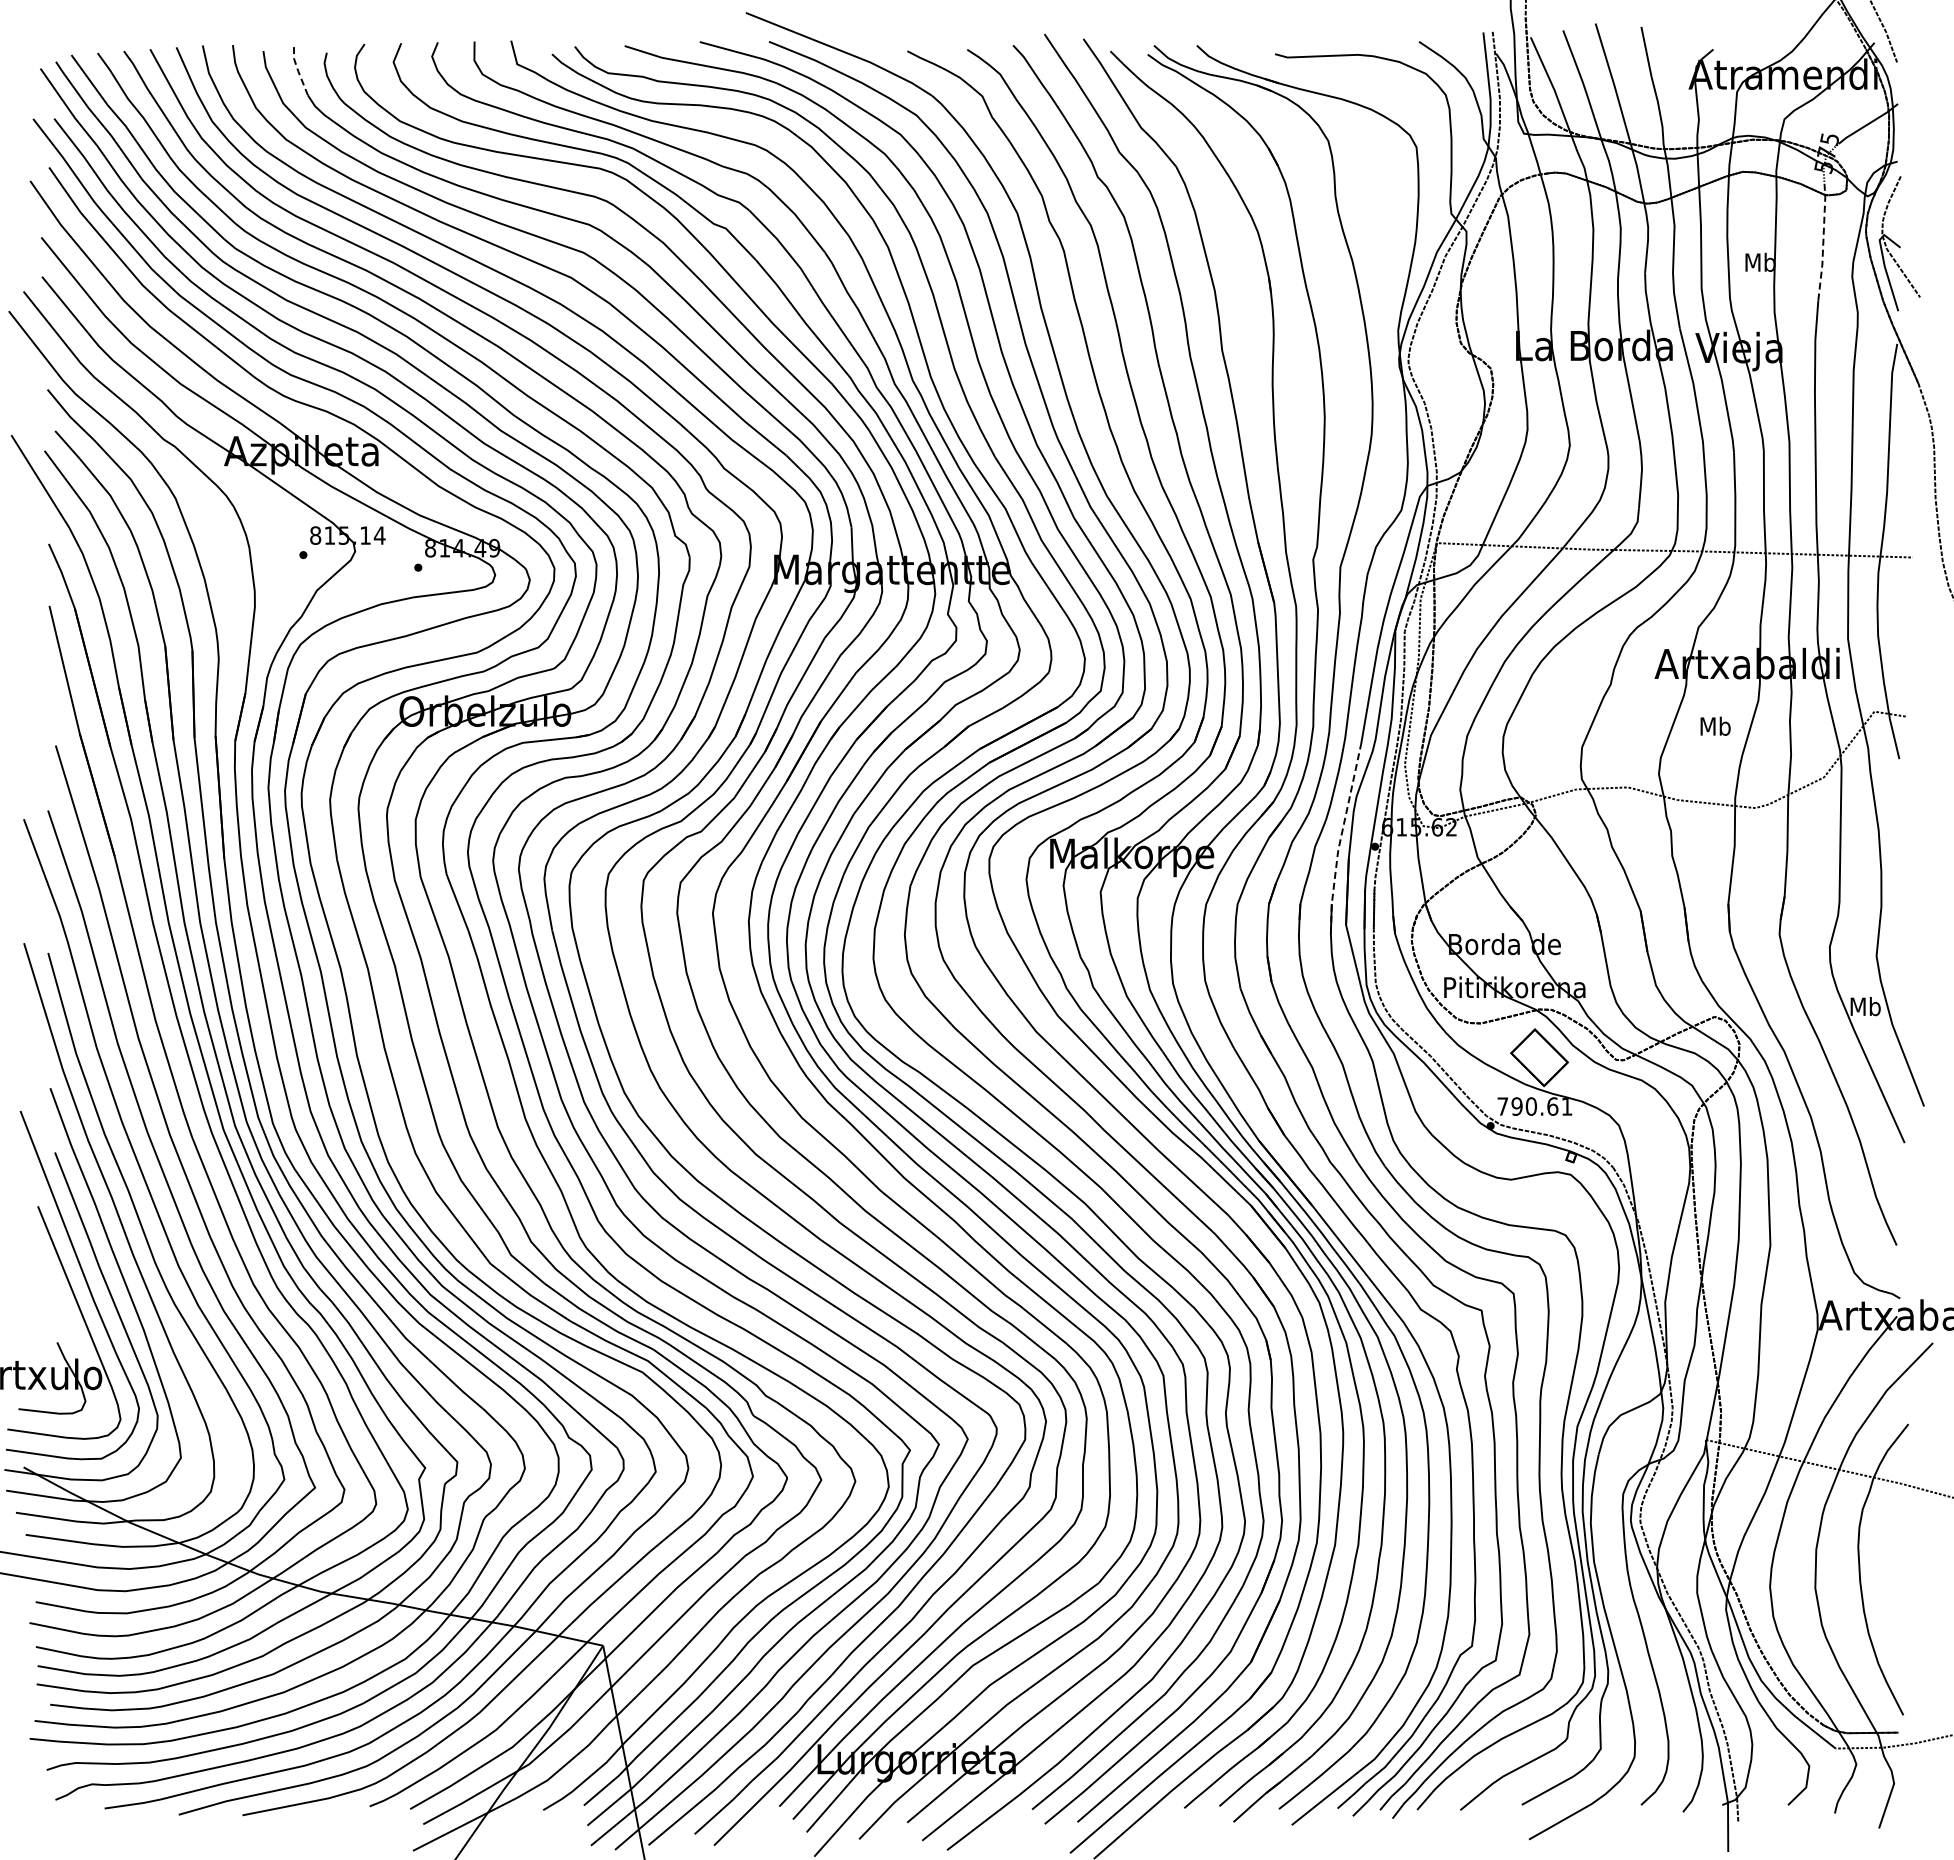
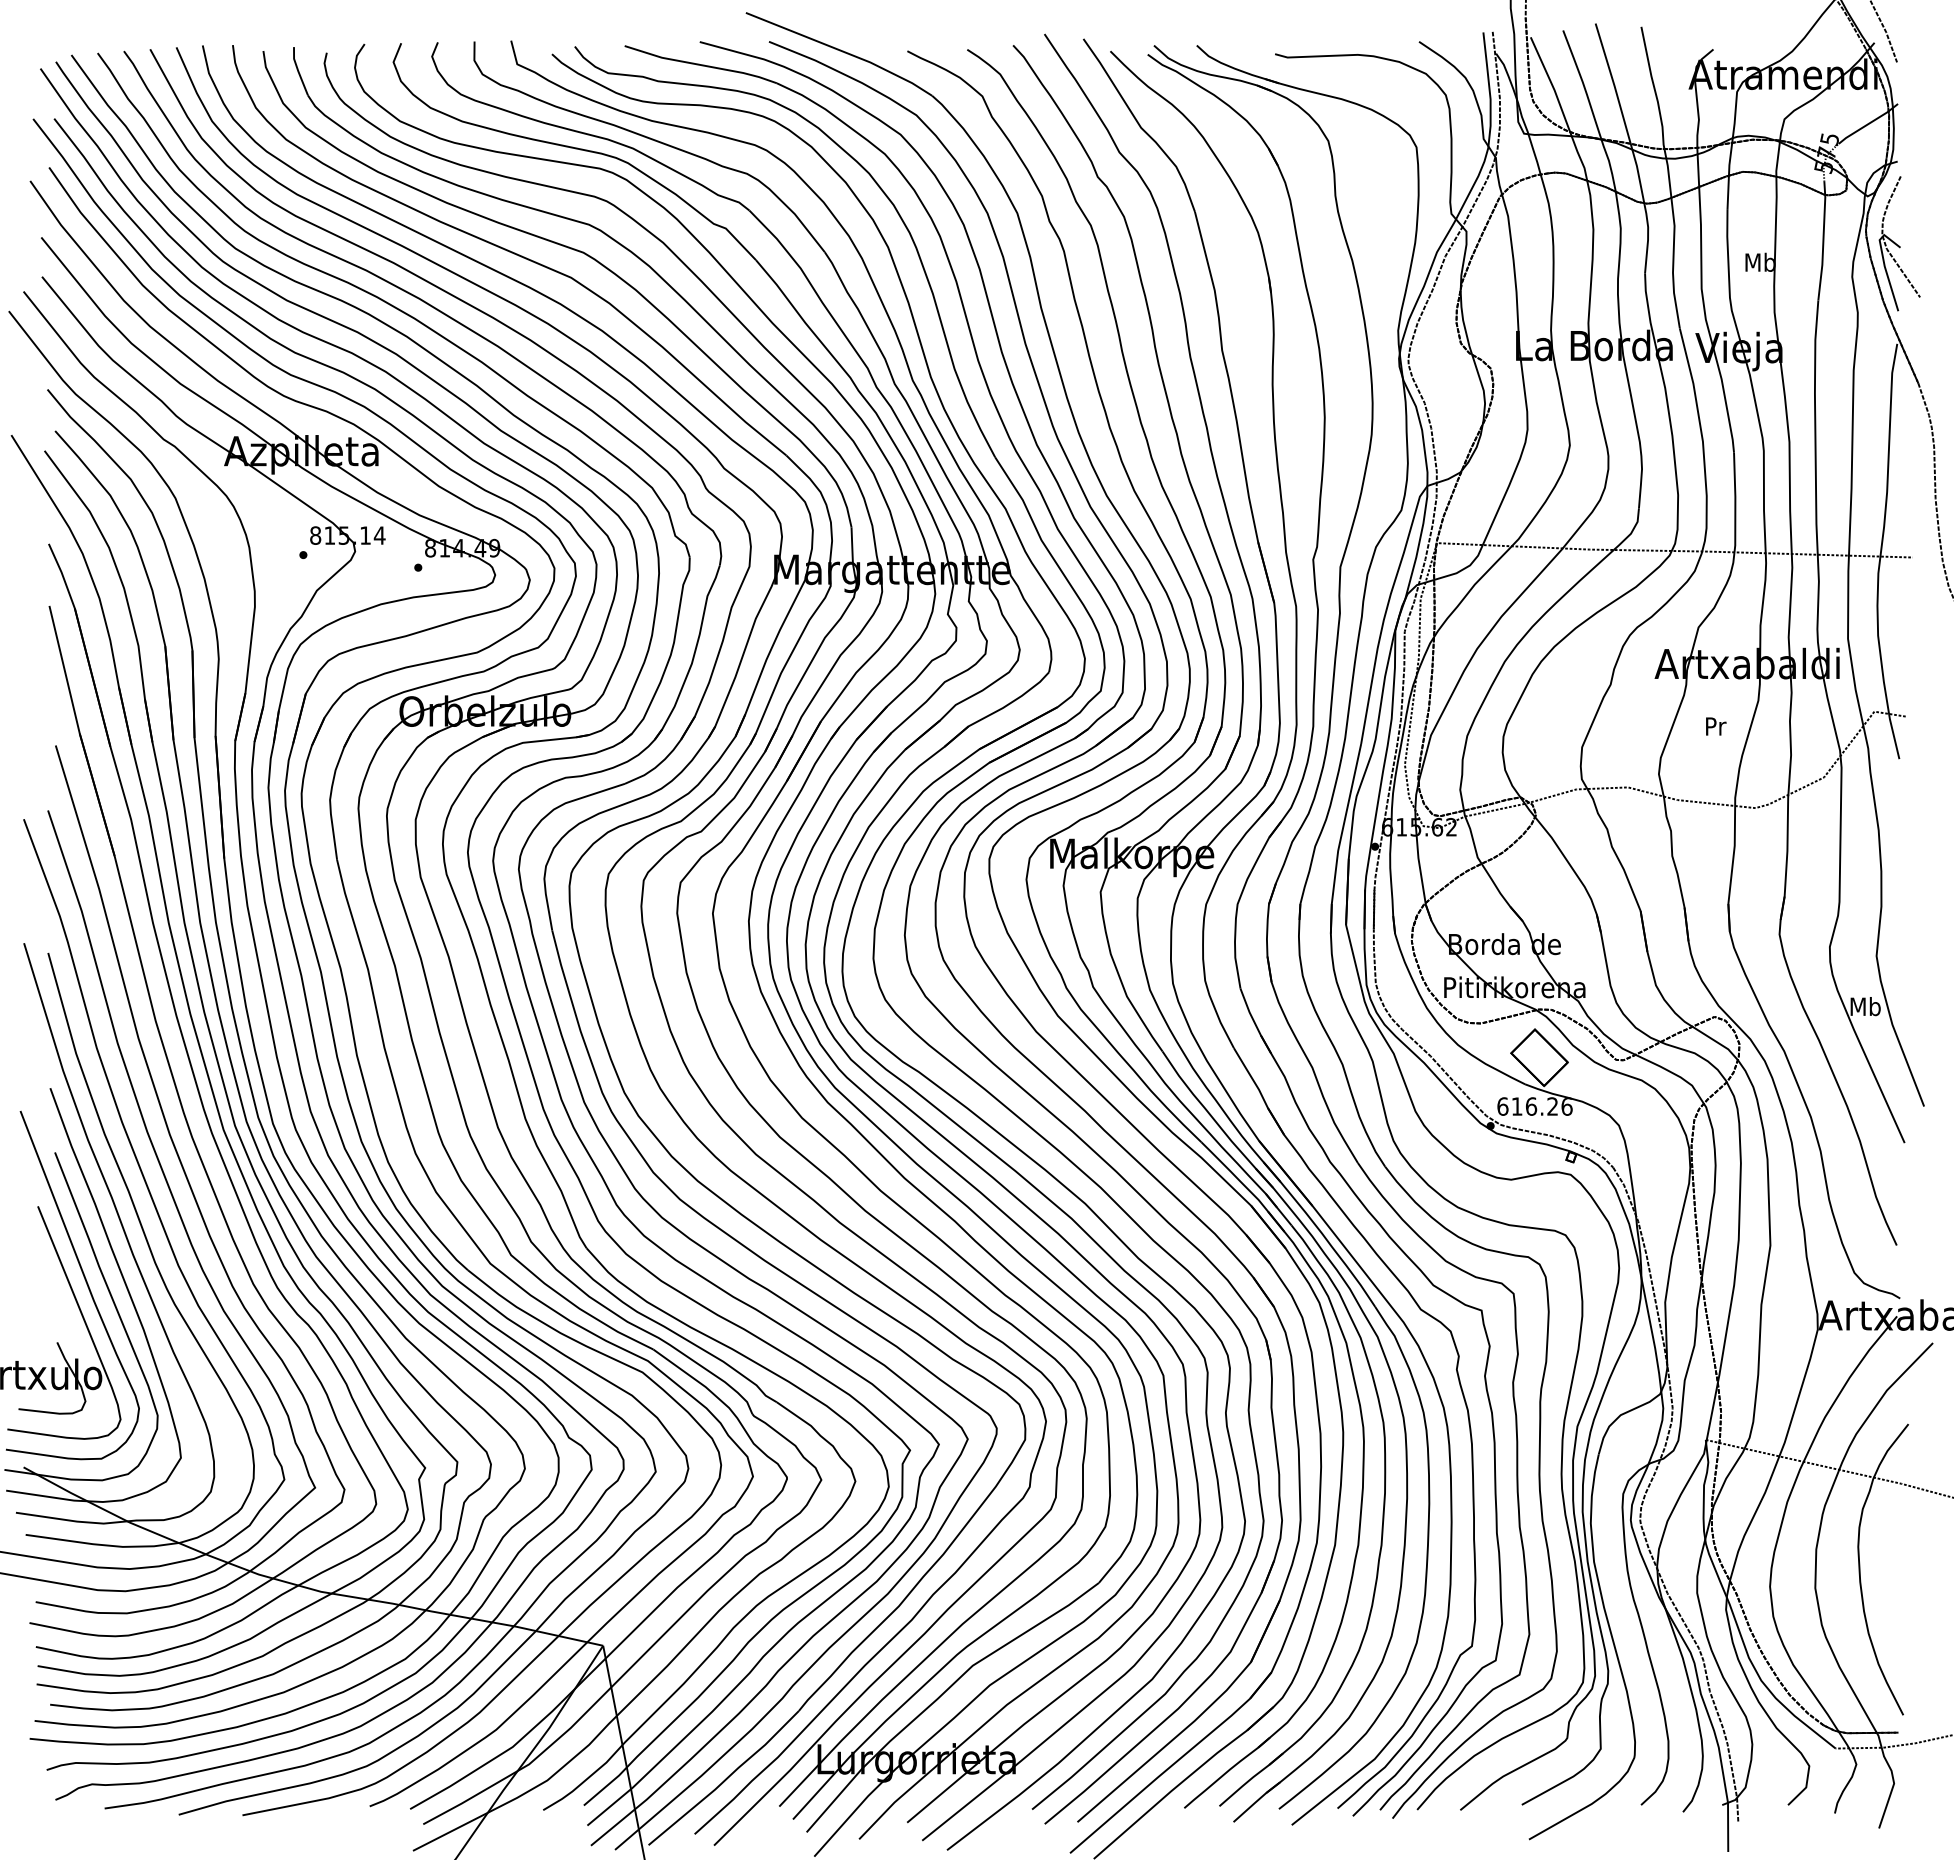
line at (298, 71): dashed -> solid
line at (1823, 240): dashed -> solid
text at (1715, 725): Mb -> Pr
line at (1340, 839): dashed -> solid
text at (1534, 1106): 790.61 -> 616.26
